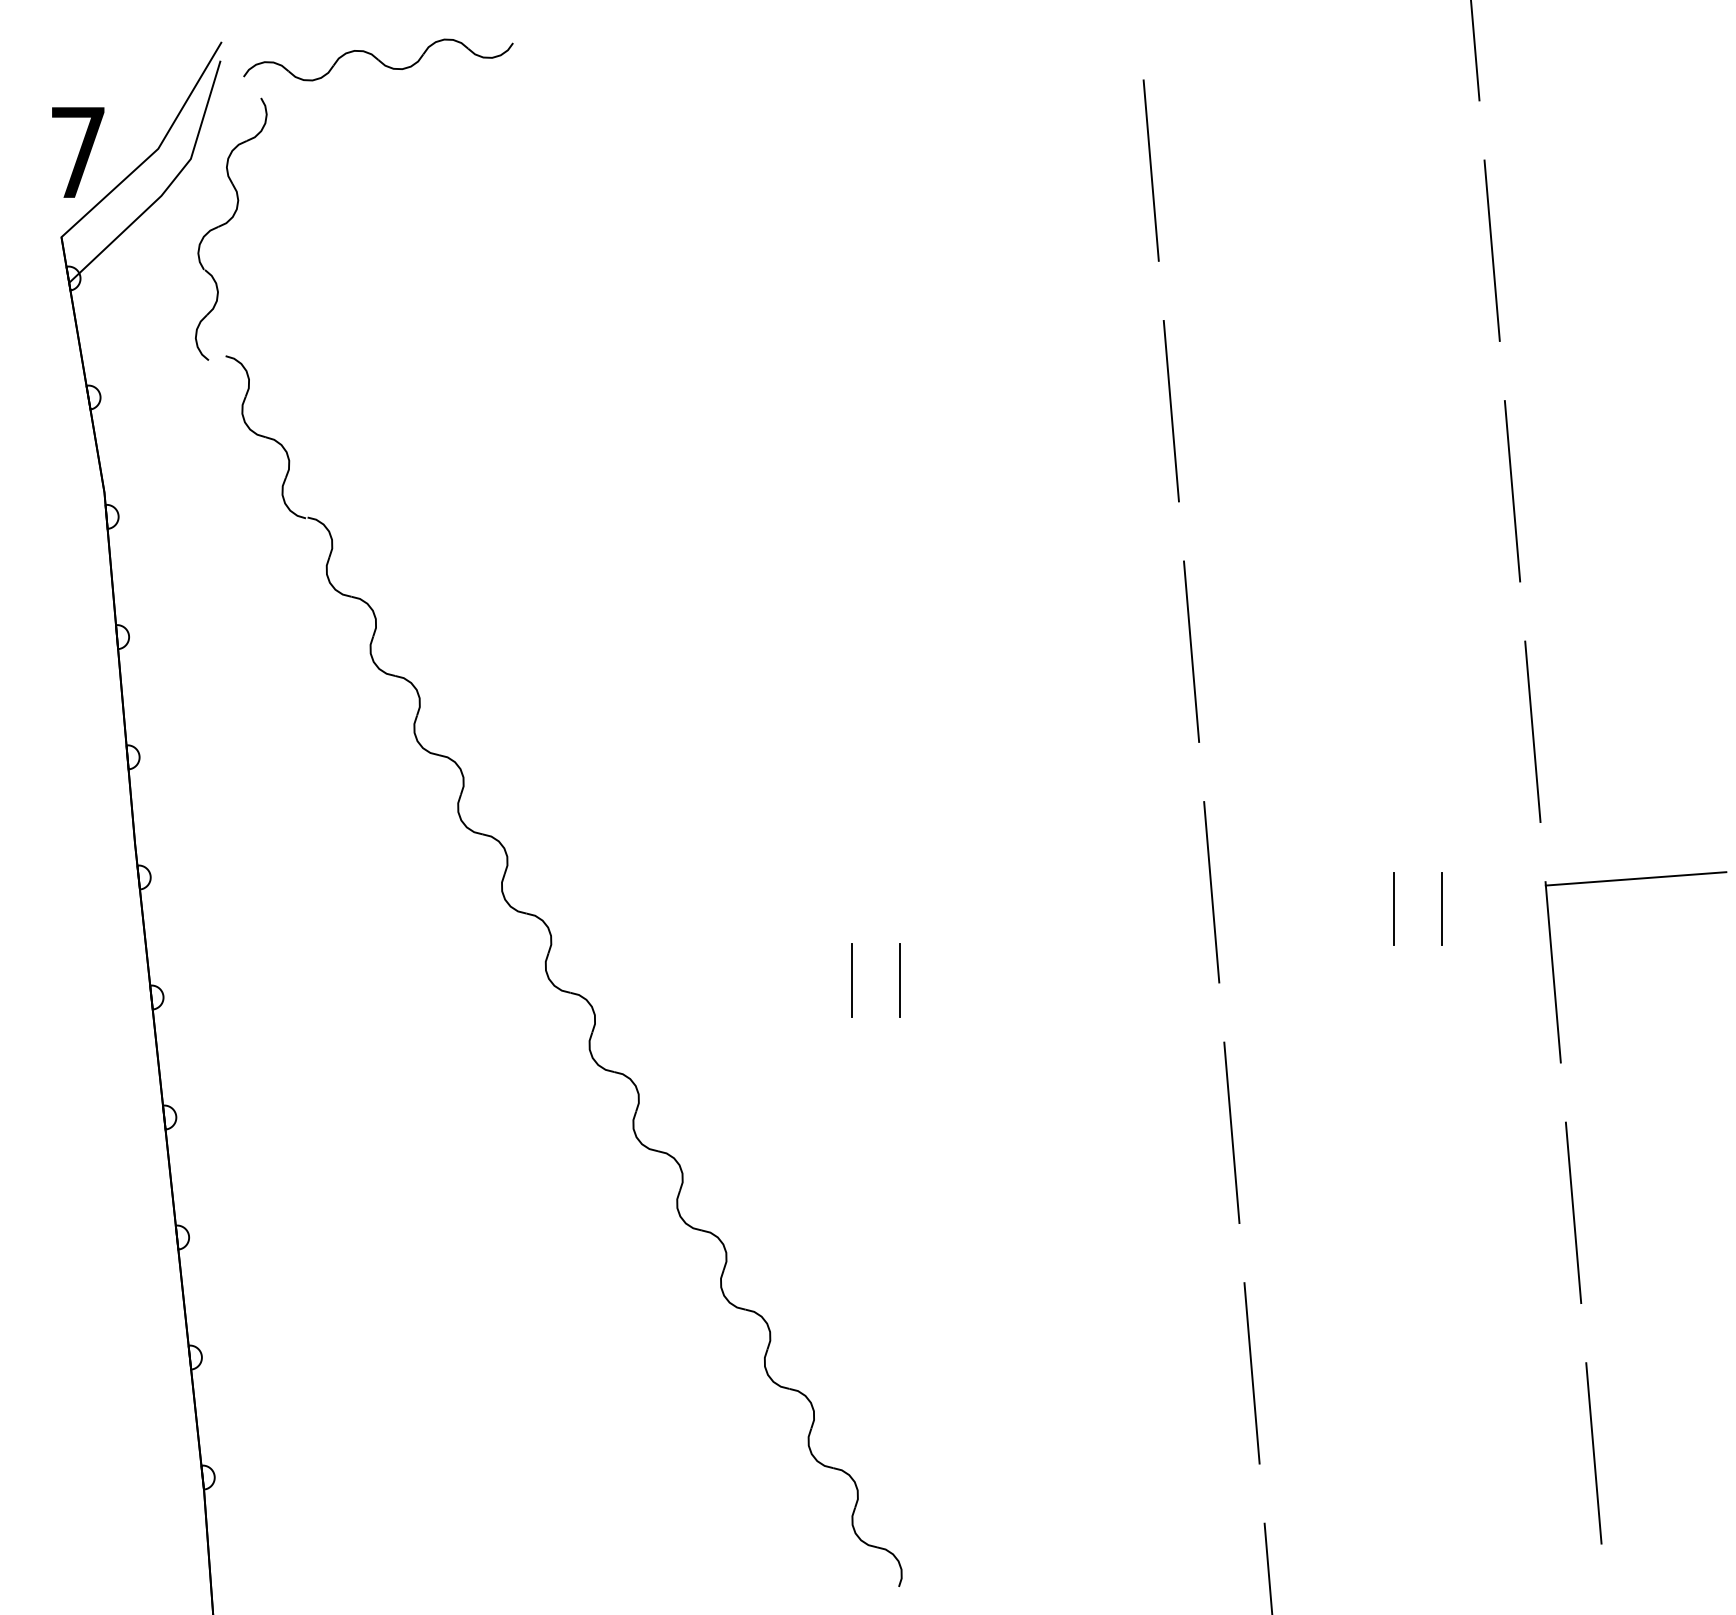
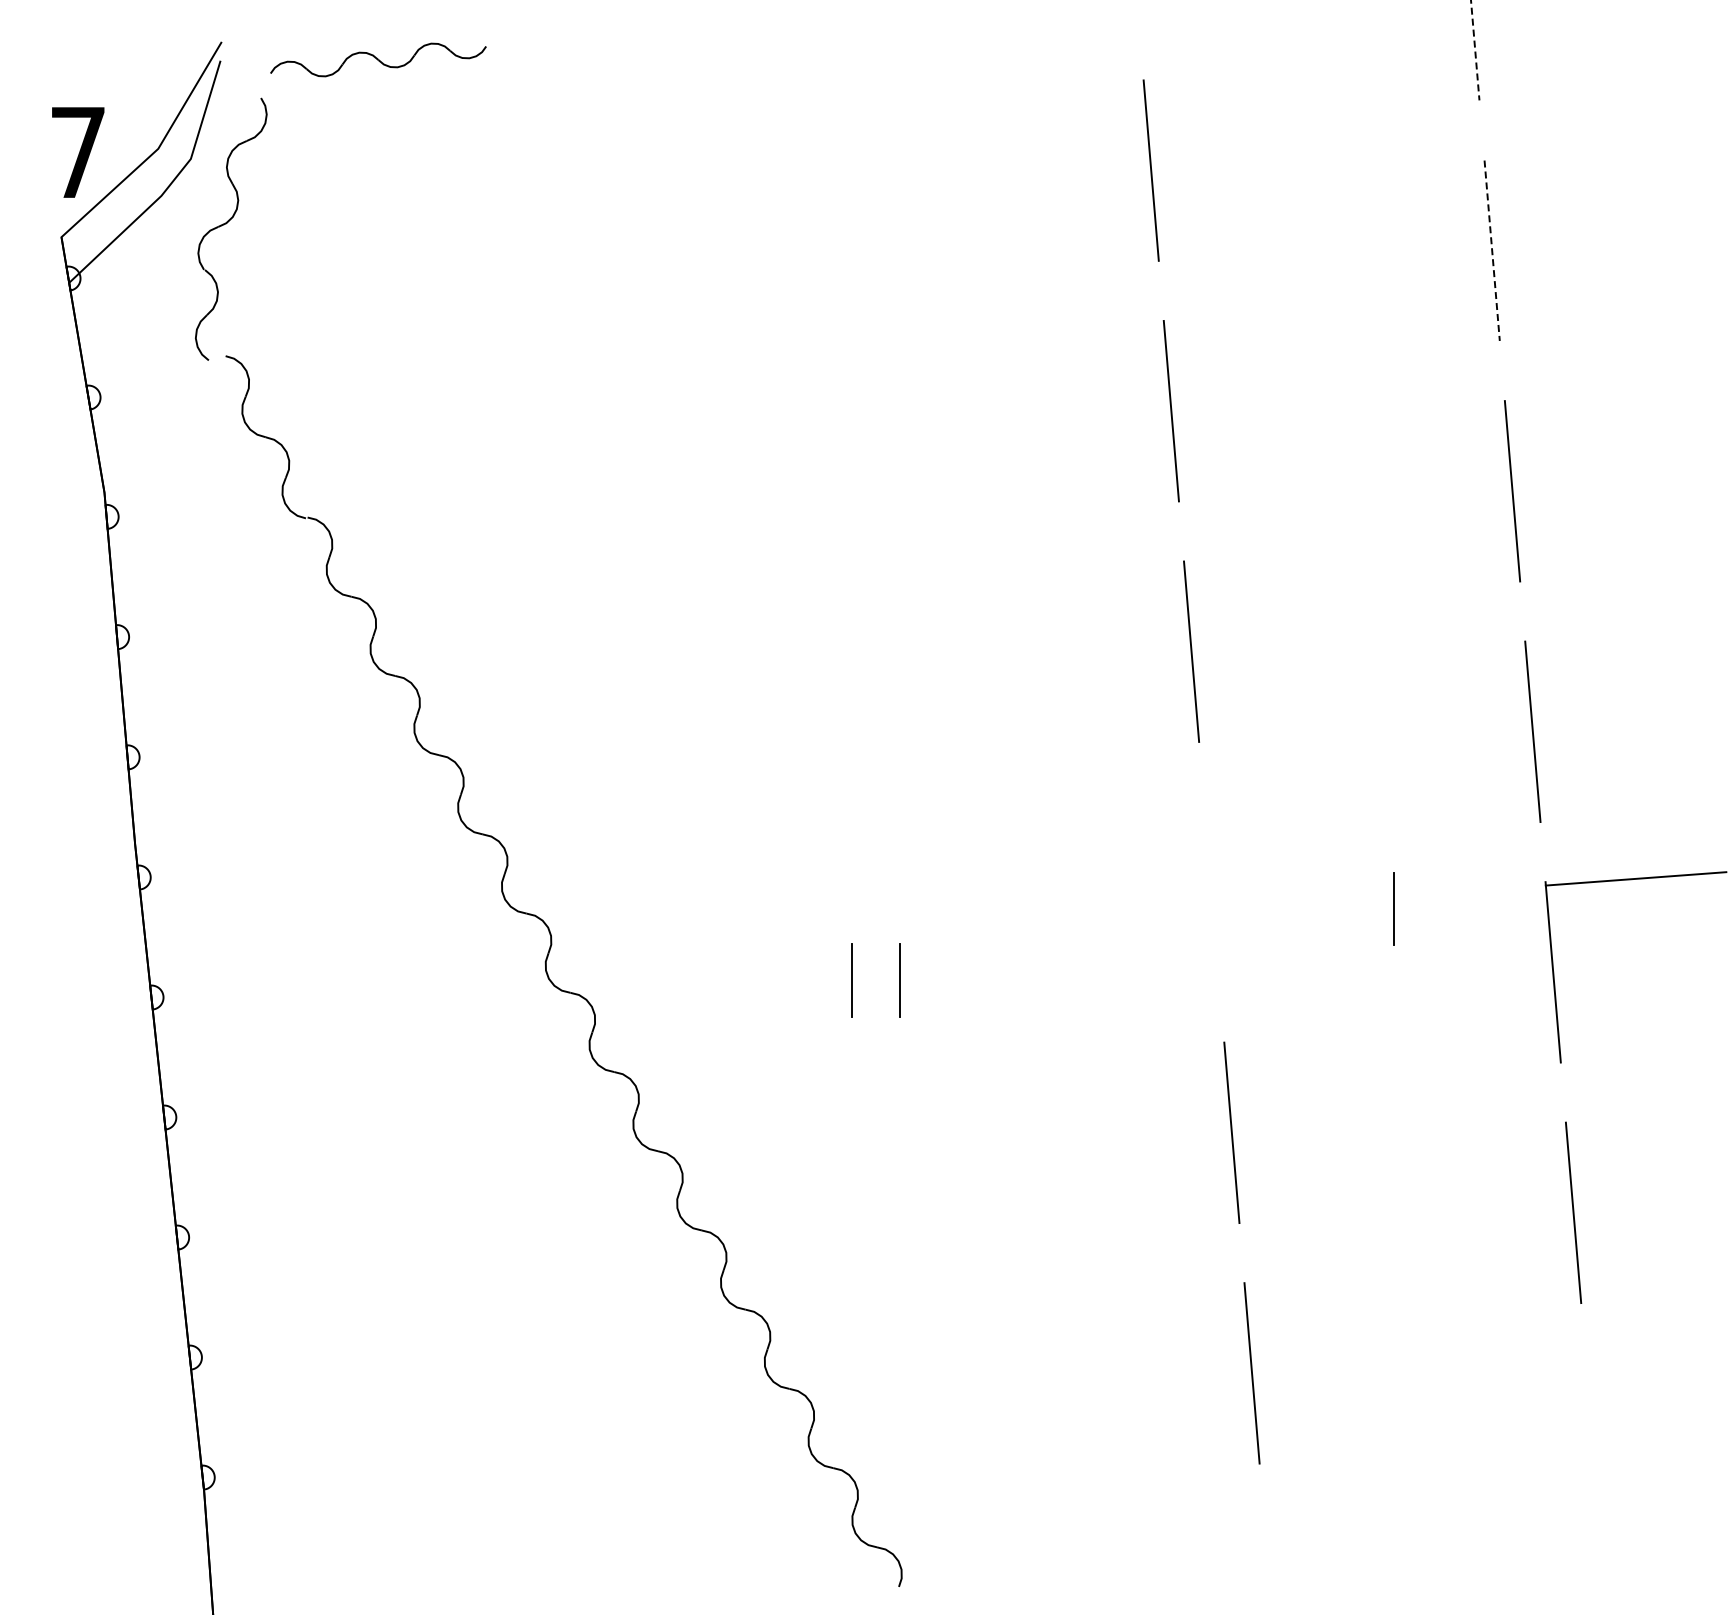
line at (1475, 50): solid -> dashed
part at (378, 59) size: 271x44 px -> 217x36 px
line at (1492, 250): solid -> dashed
line at (1211, 892): present -> none
line at (1441, 908): present -> none
line at (1593, 1453): present -> none
line at (1268, 1567): present -> none
